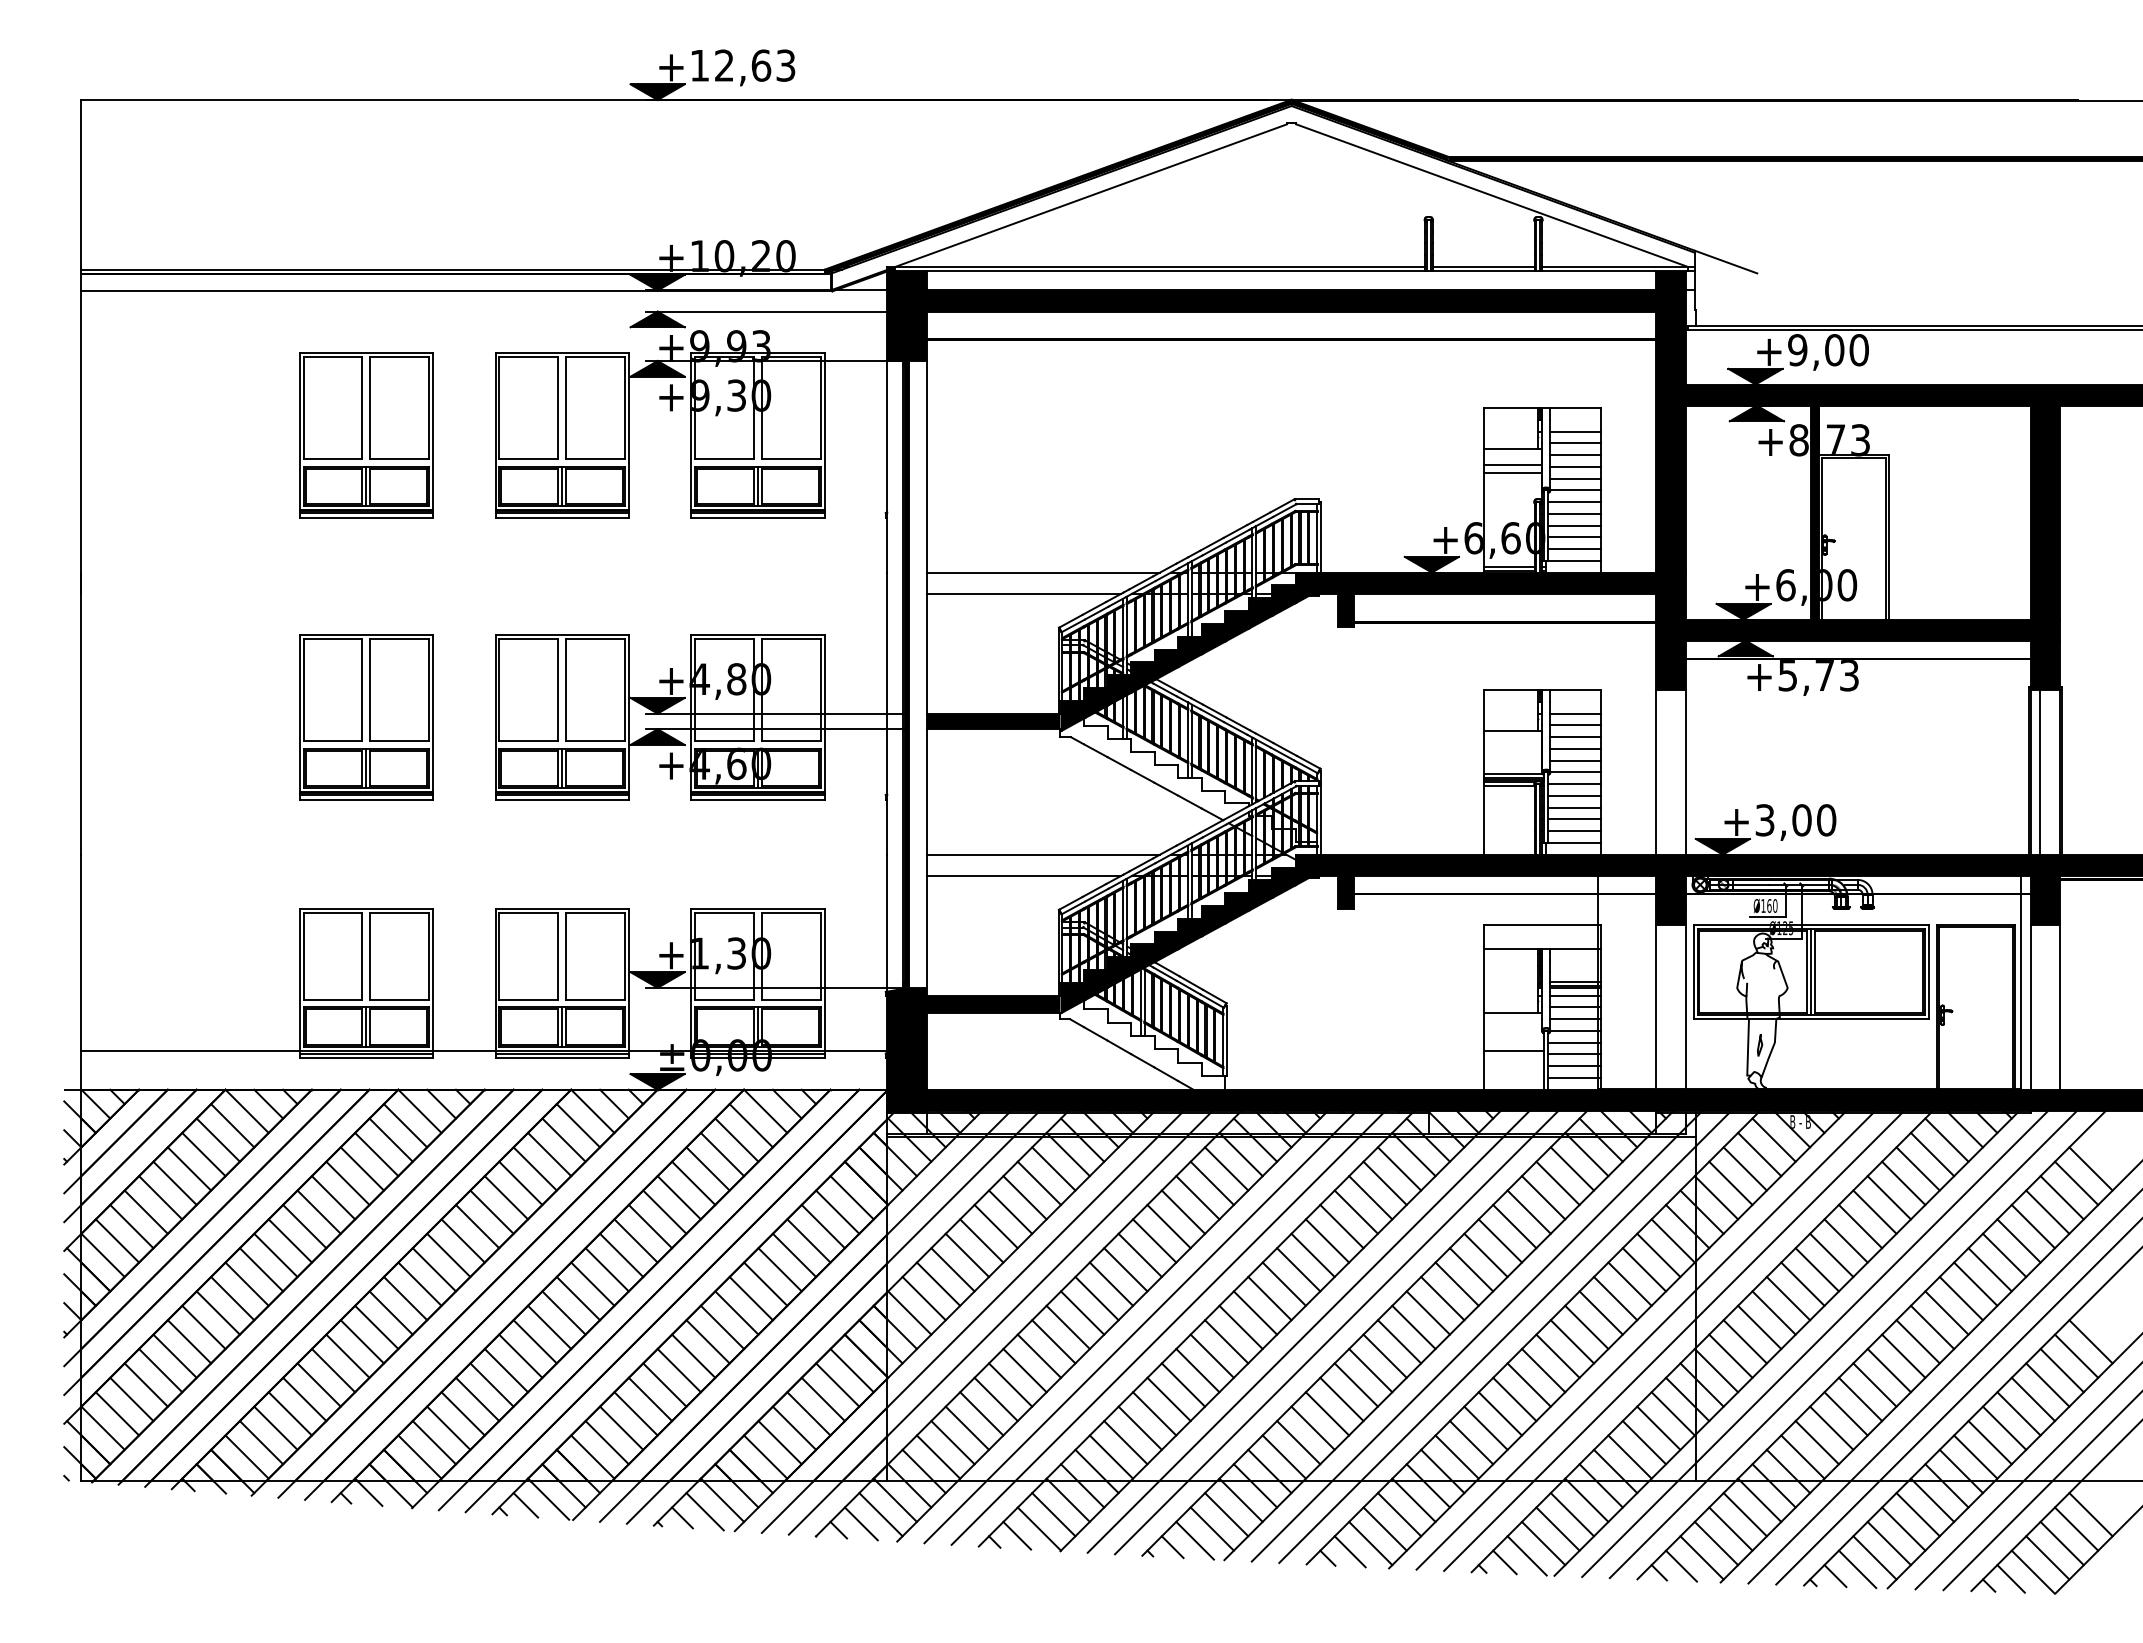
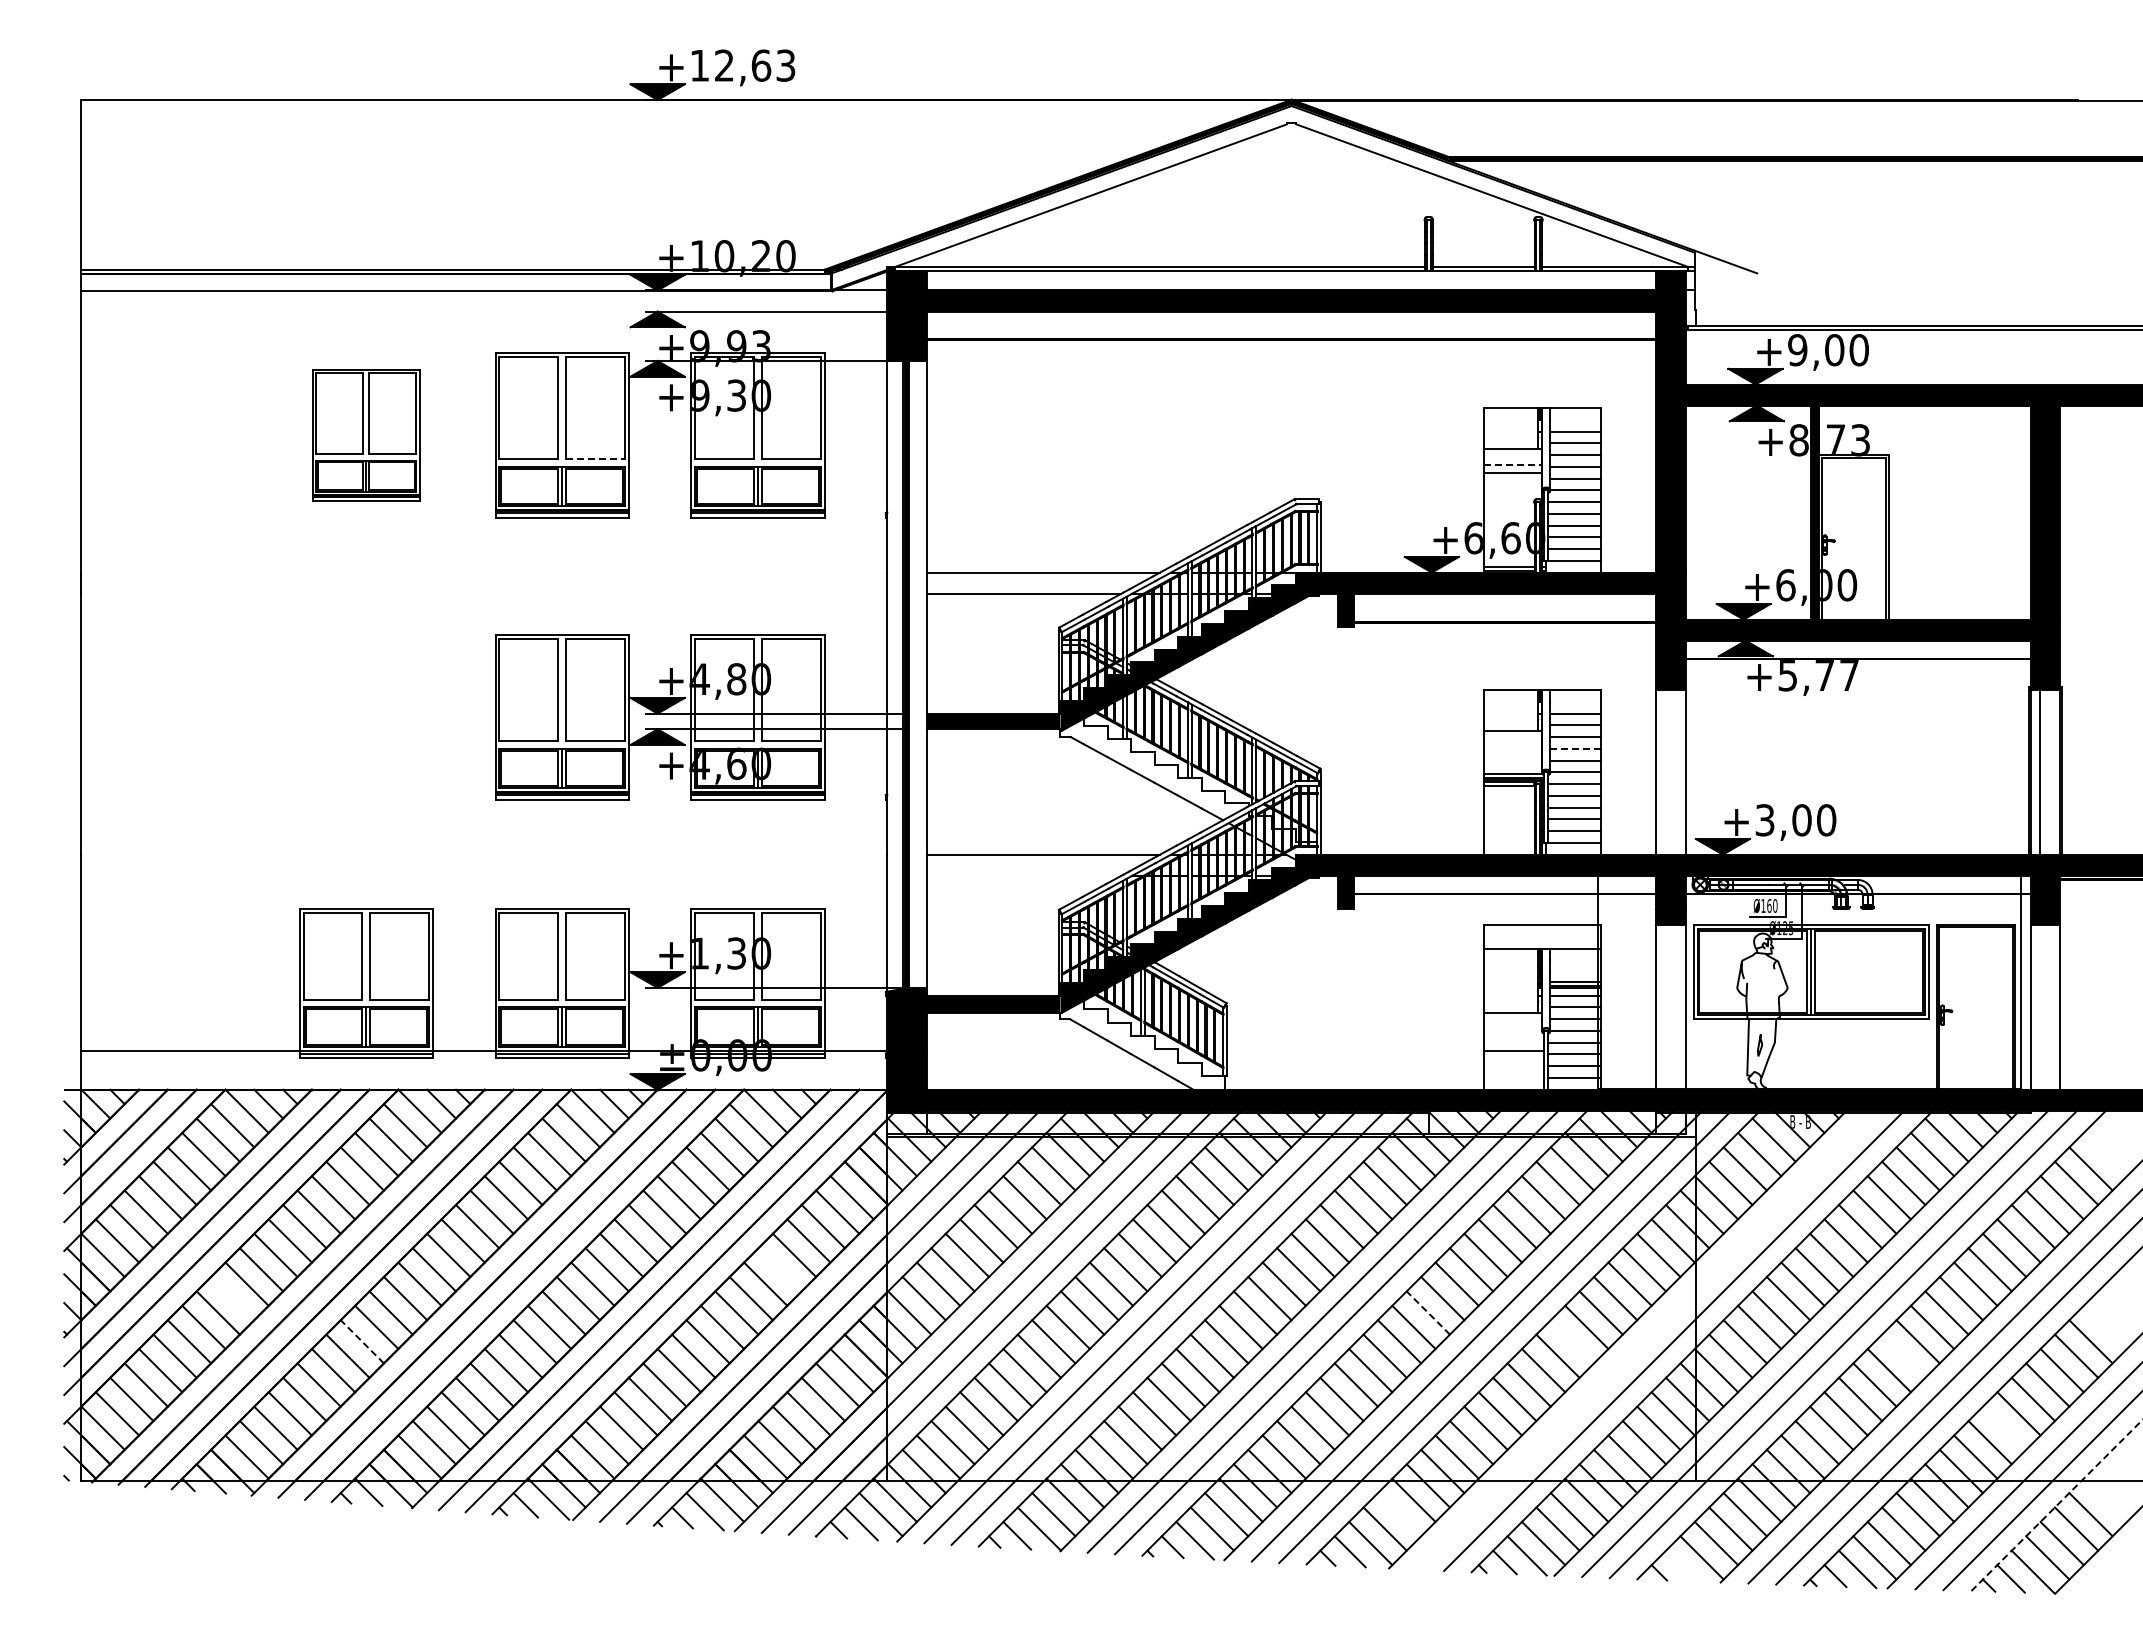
part at (366, 435) size: 135x167 px -> 109x133 px
line at (595, 458): solid -> dashed
line at (1512, 464): solid -> dashed
text at (1849, 675): +5,73 -> +5,77
part at (366, 717): present -> none
line at (1575, 748): solid -> dashed
line at (1024, 875): present -> none
line at (779, 1269): present -> none
line at (232, 1298): present -> none
line at (1428, 1313): solid -> dashed
line at (1645, 1339): present -> none
line at (362, 1341): solid -> dashed
line at (1572, 1341): present -> none
line at (1903, 1355): present -> none
line at (2004, 1427): present -> none
line at (2056, 1505): solid -> dashed
line at (1399, 1514): present -> none
line at (1681, 1565): present -> none
